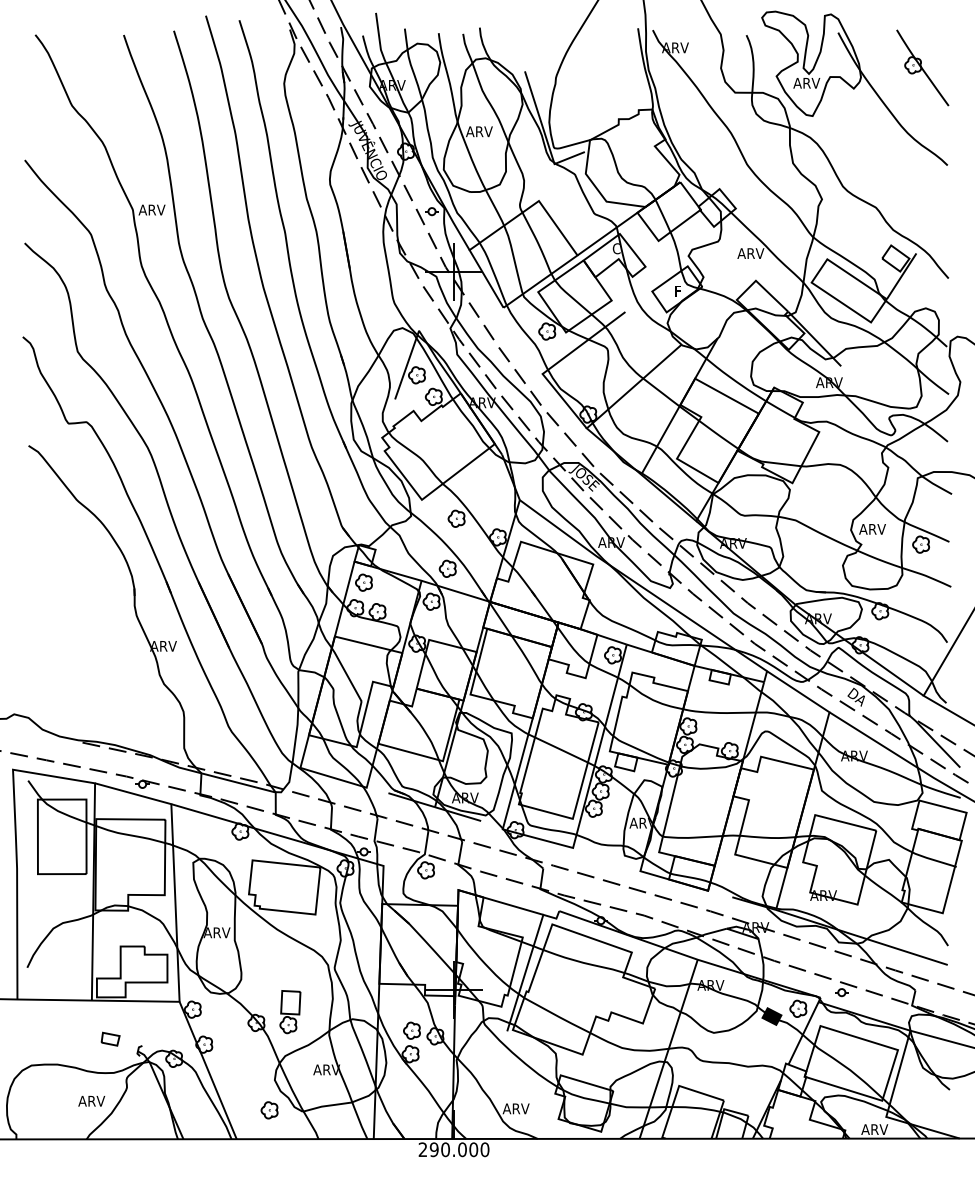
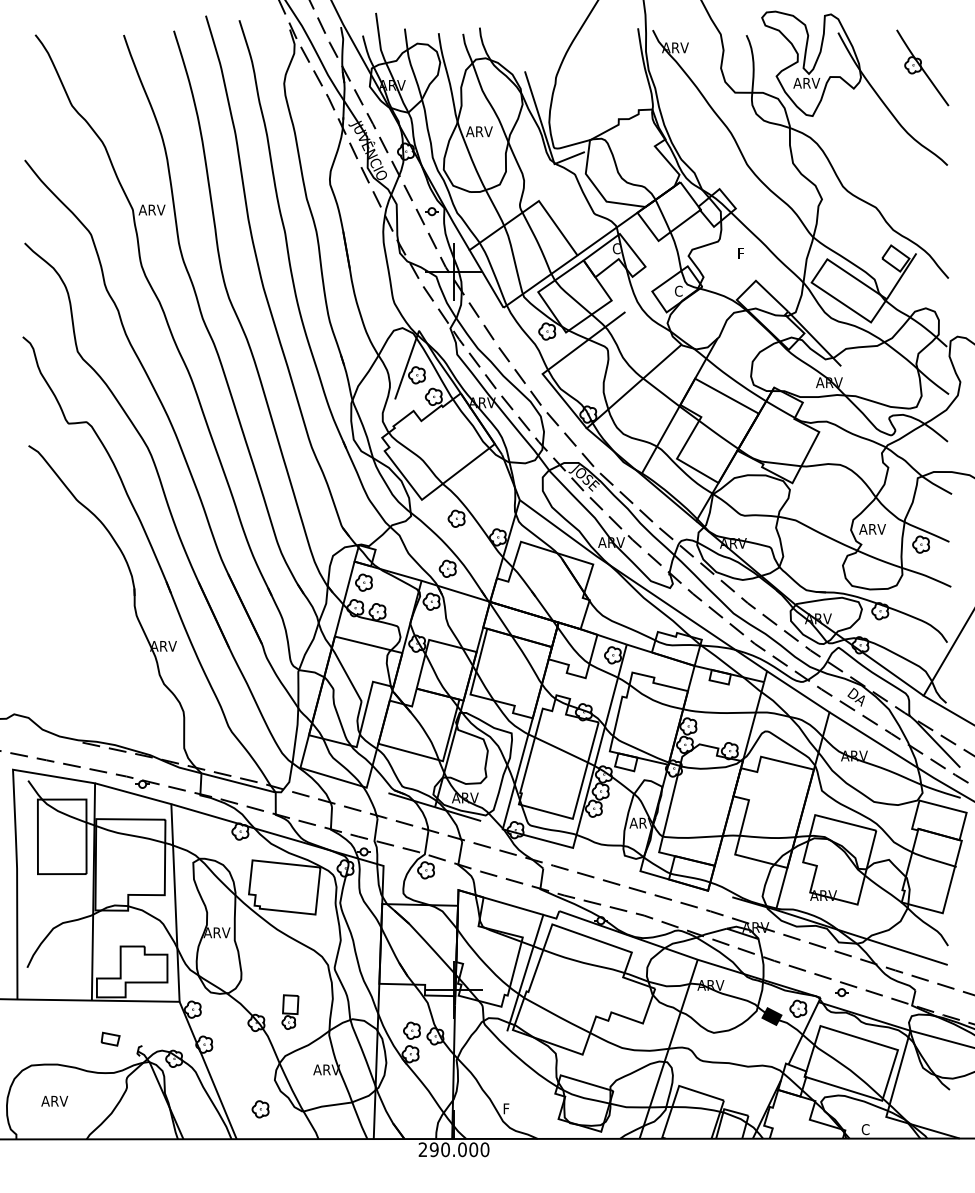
text at (750, 253): ARV -> F
text at (678, 290): F -> C
part at (290, 1012) size: 23x45 px -> 19x36 px
text at (91, 1100) position: (91, 1100) -> (54, 1100)
text at (515, 1108): ARV -> F
part at (269, 1110) position: (269, 1110) -> (260, 1109)
text at (874, 1129): ARV -> C
